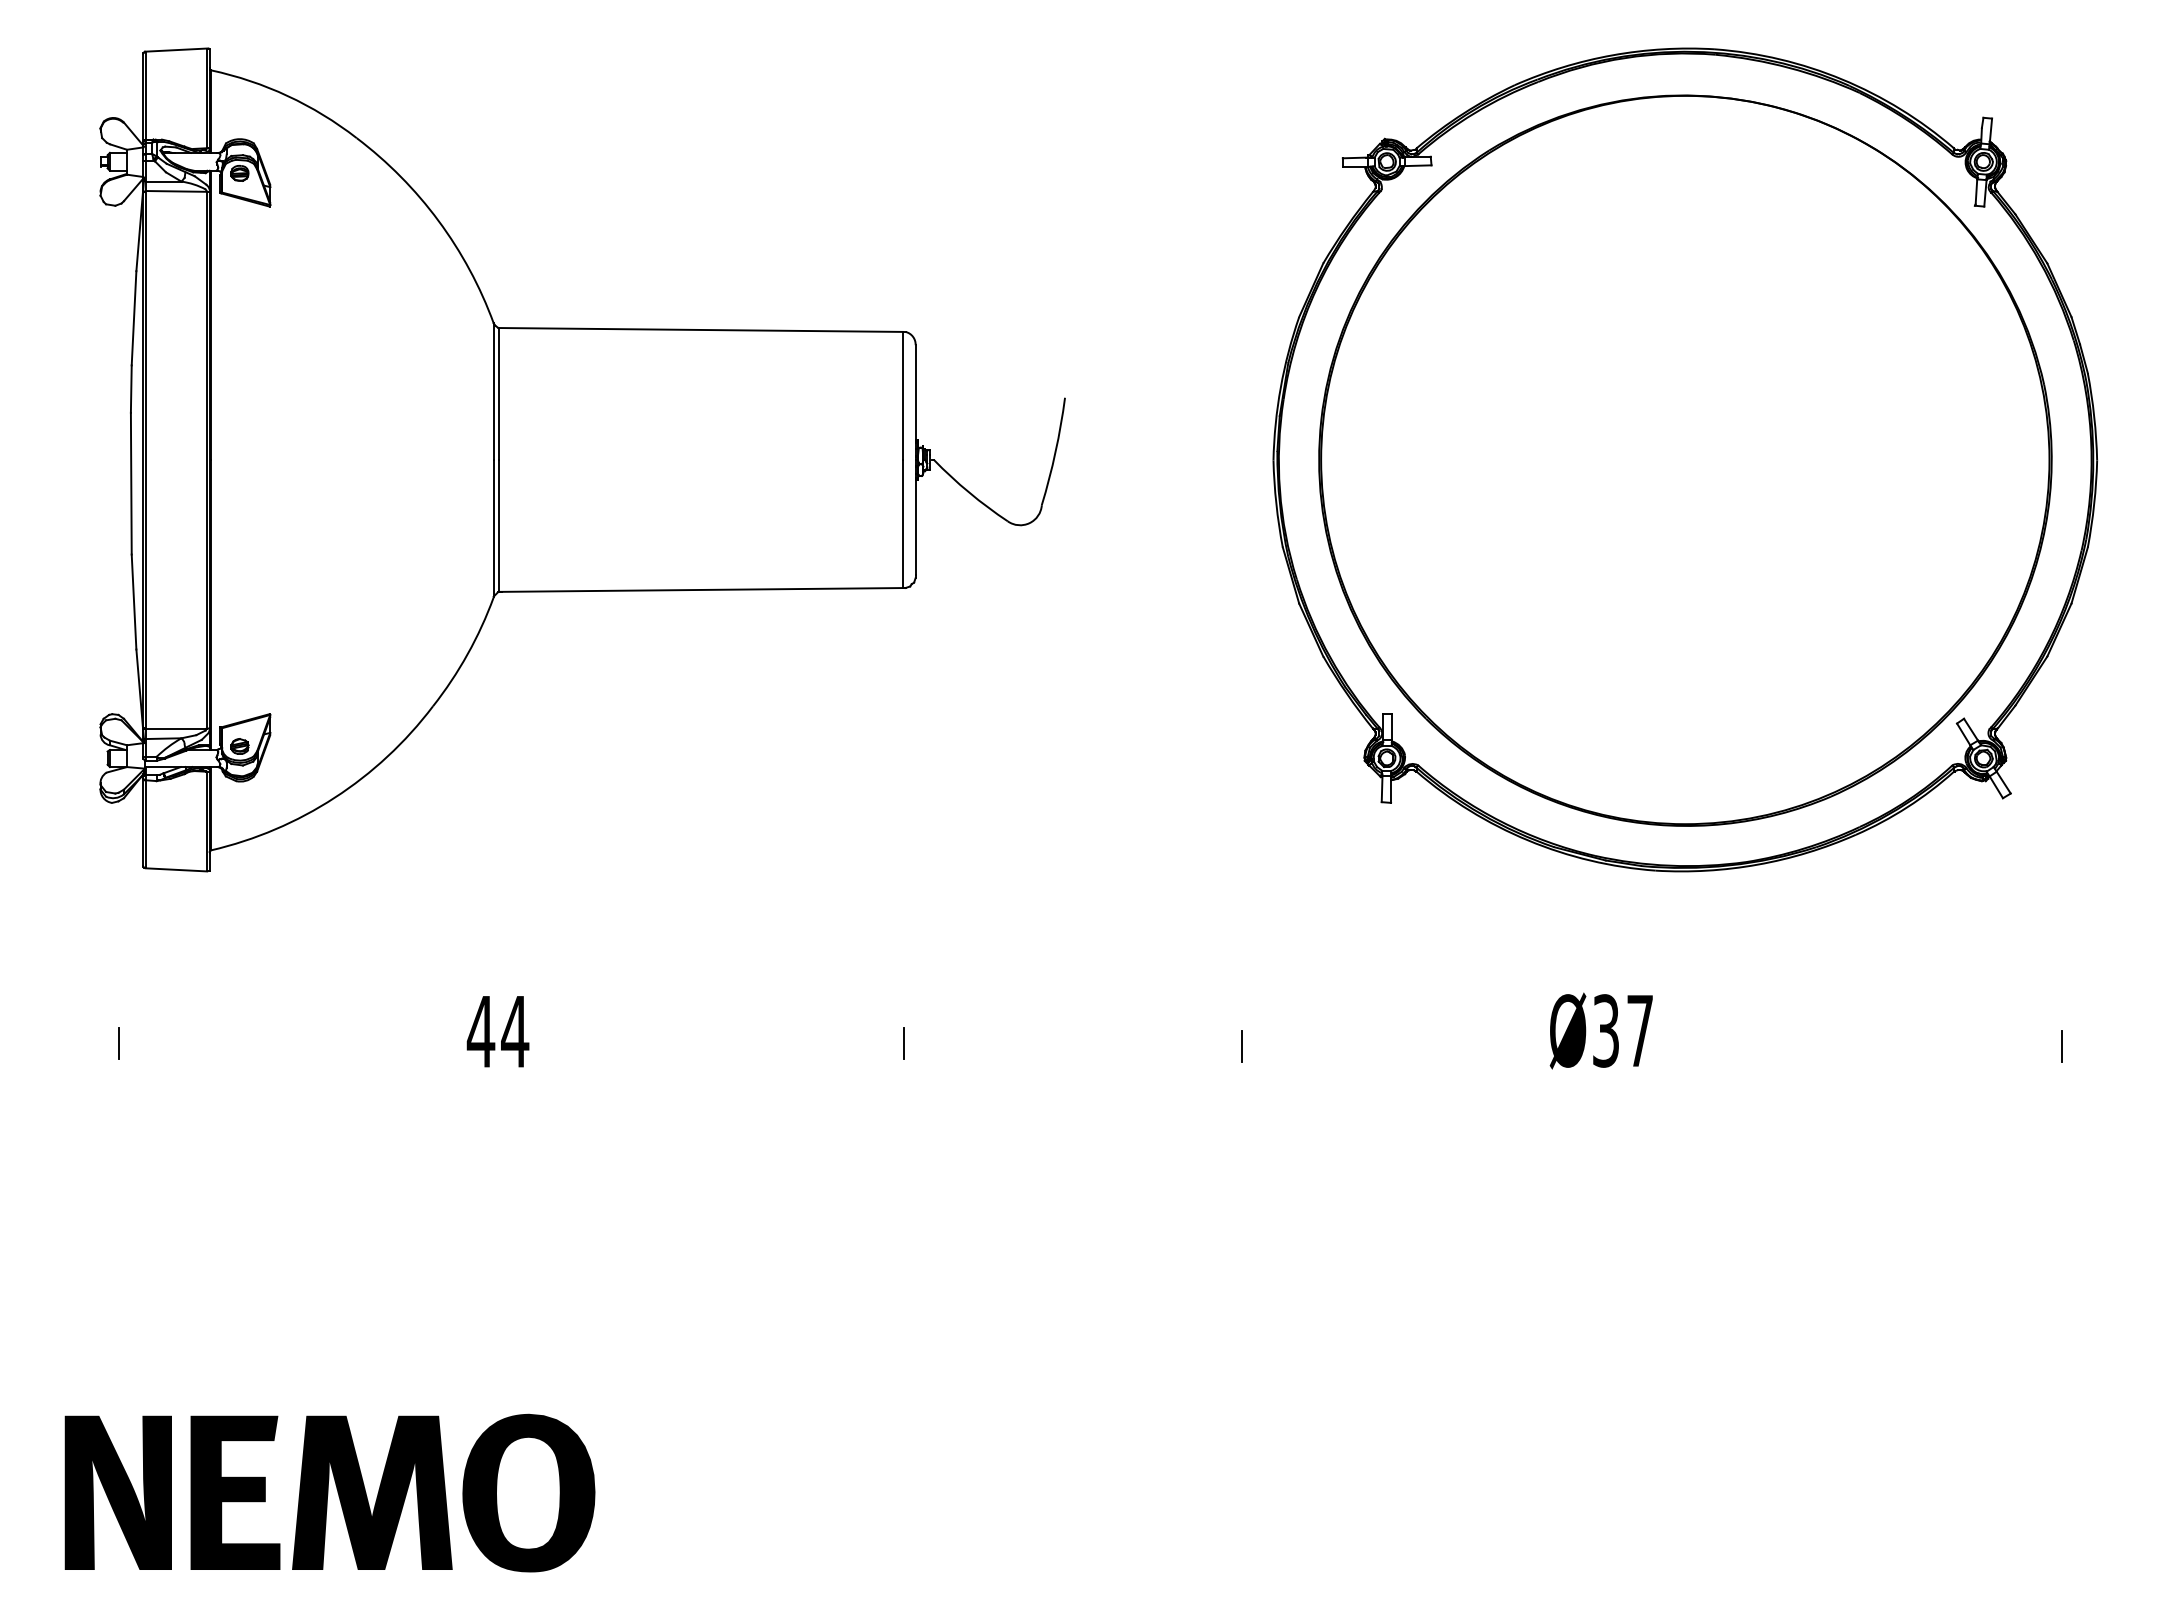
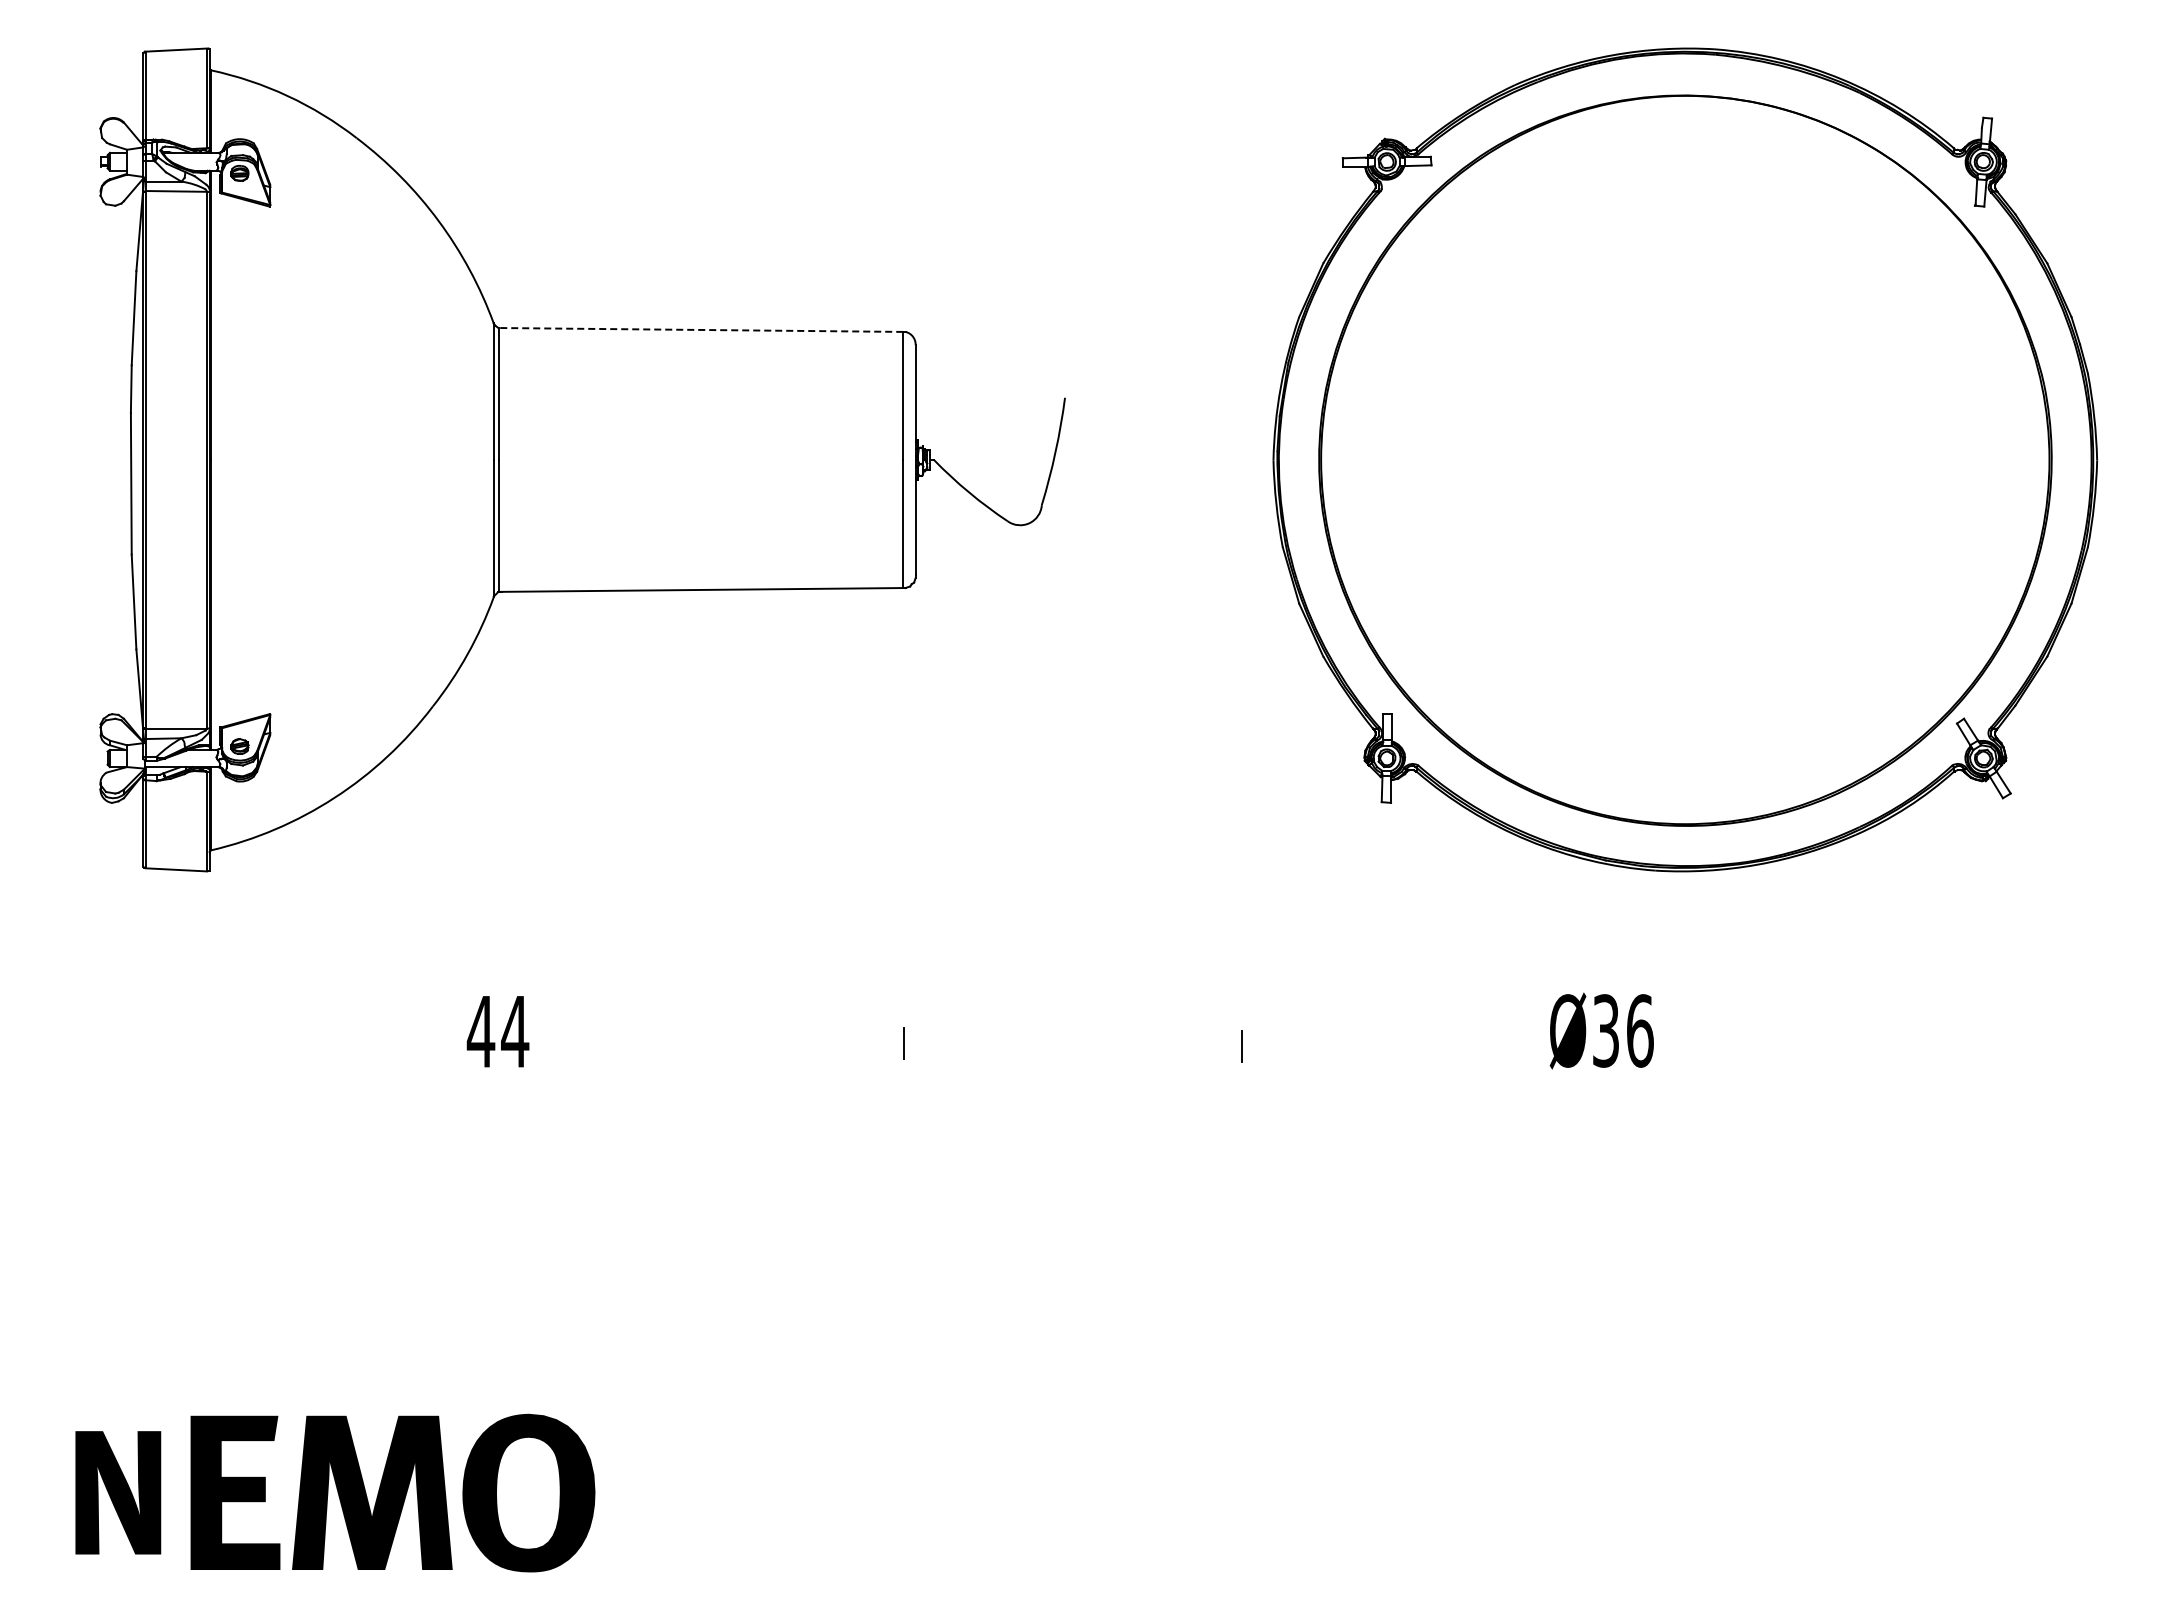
line at (700, 329): solid -> dashed
text at (1640, 1030): Ø37 -> Ø36
line at (118, 1043): present -> none
line at (2062, 1046): present -> none
part at (117, 1492) size: 108x155 px -> 87x124 px
